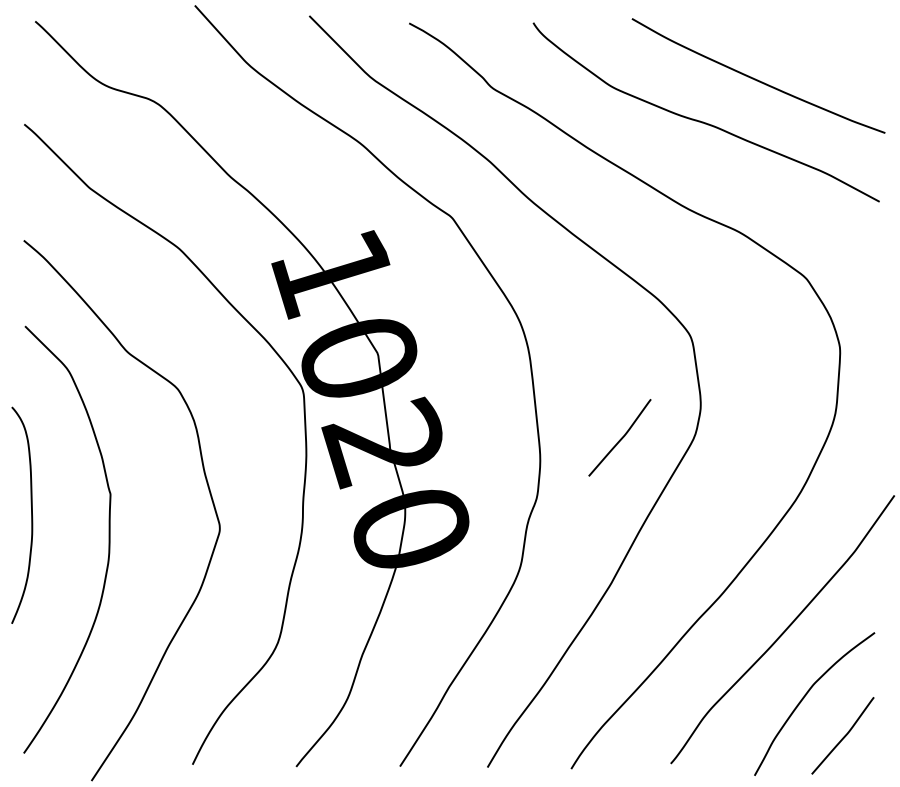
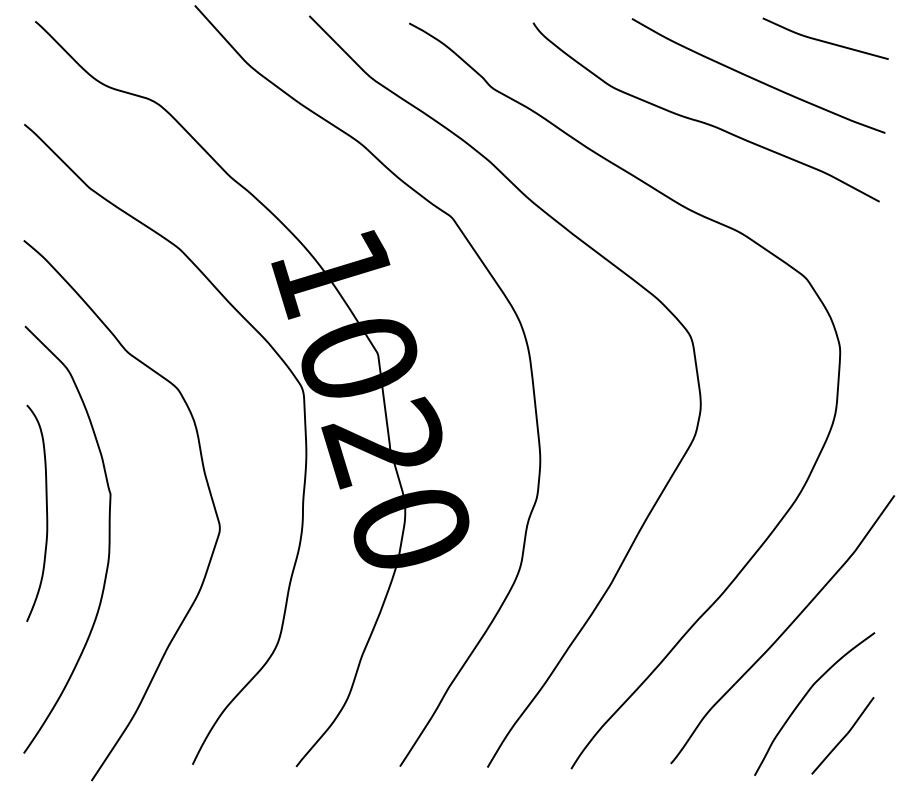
curve at (824, 40): none -> present
curve at (620, 438): present -> none
curve at (31, 514) position: (31, 514) -> (46, 512)
